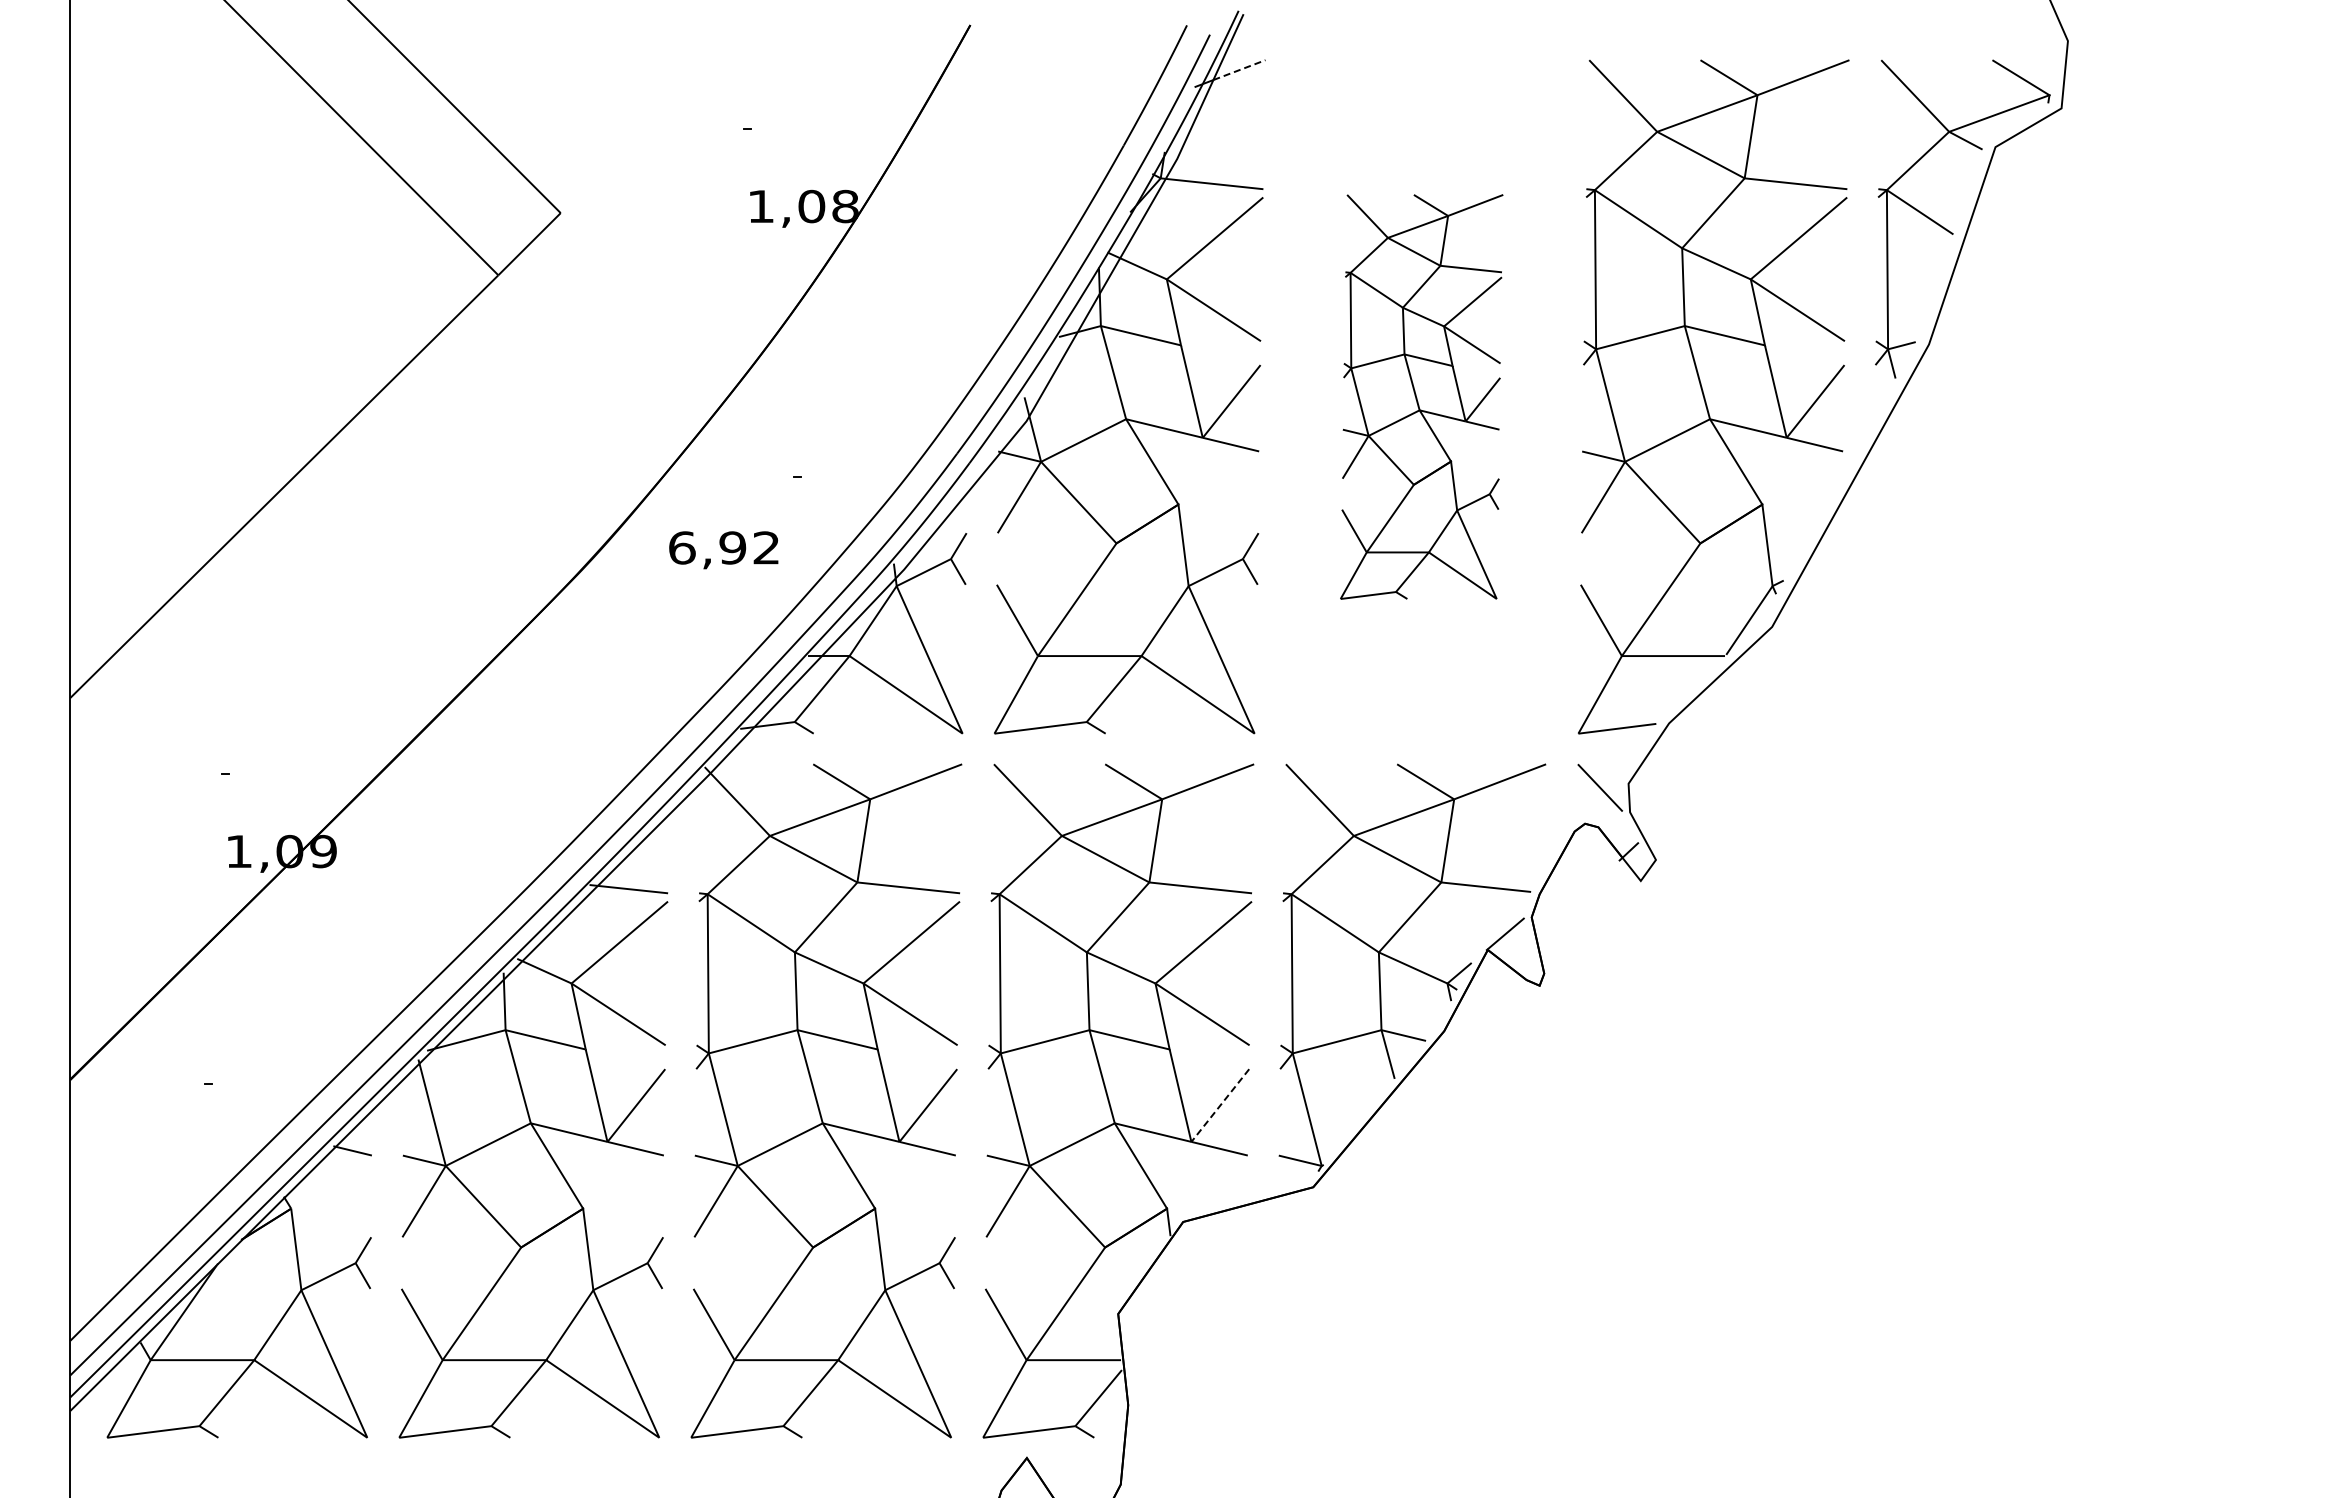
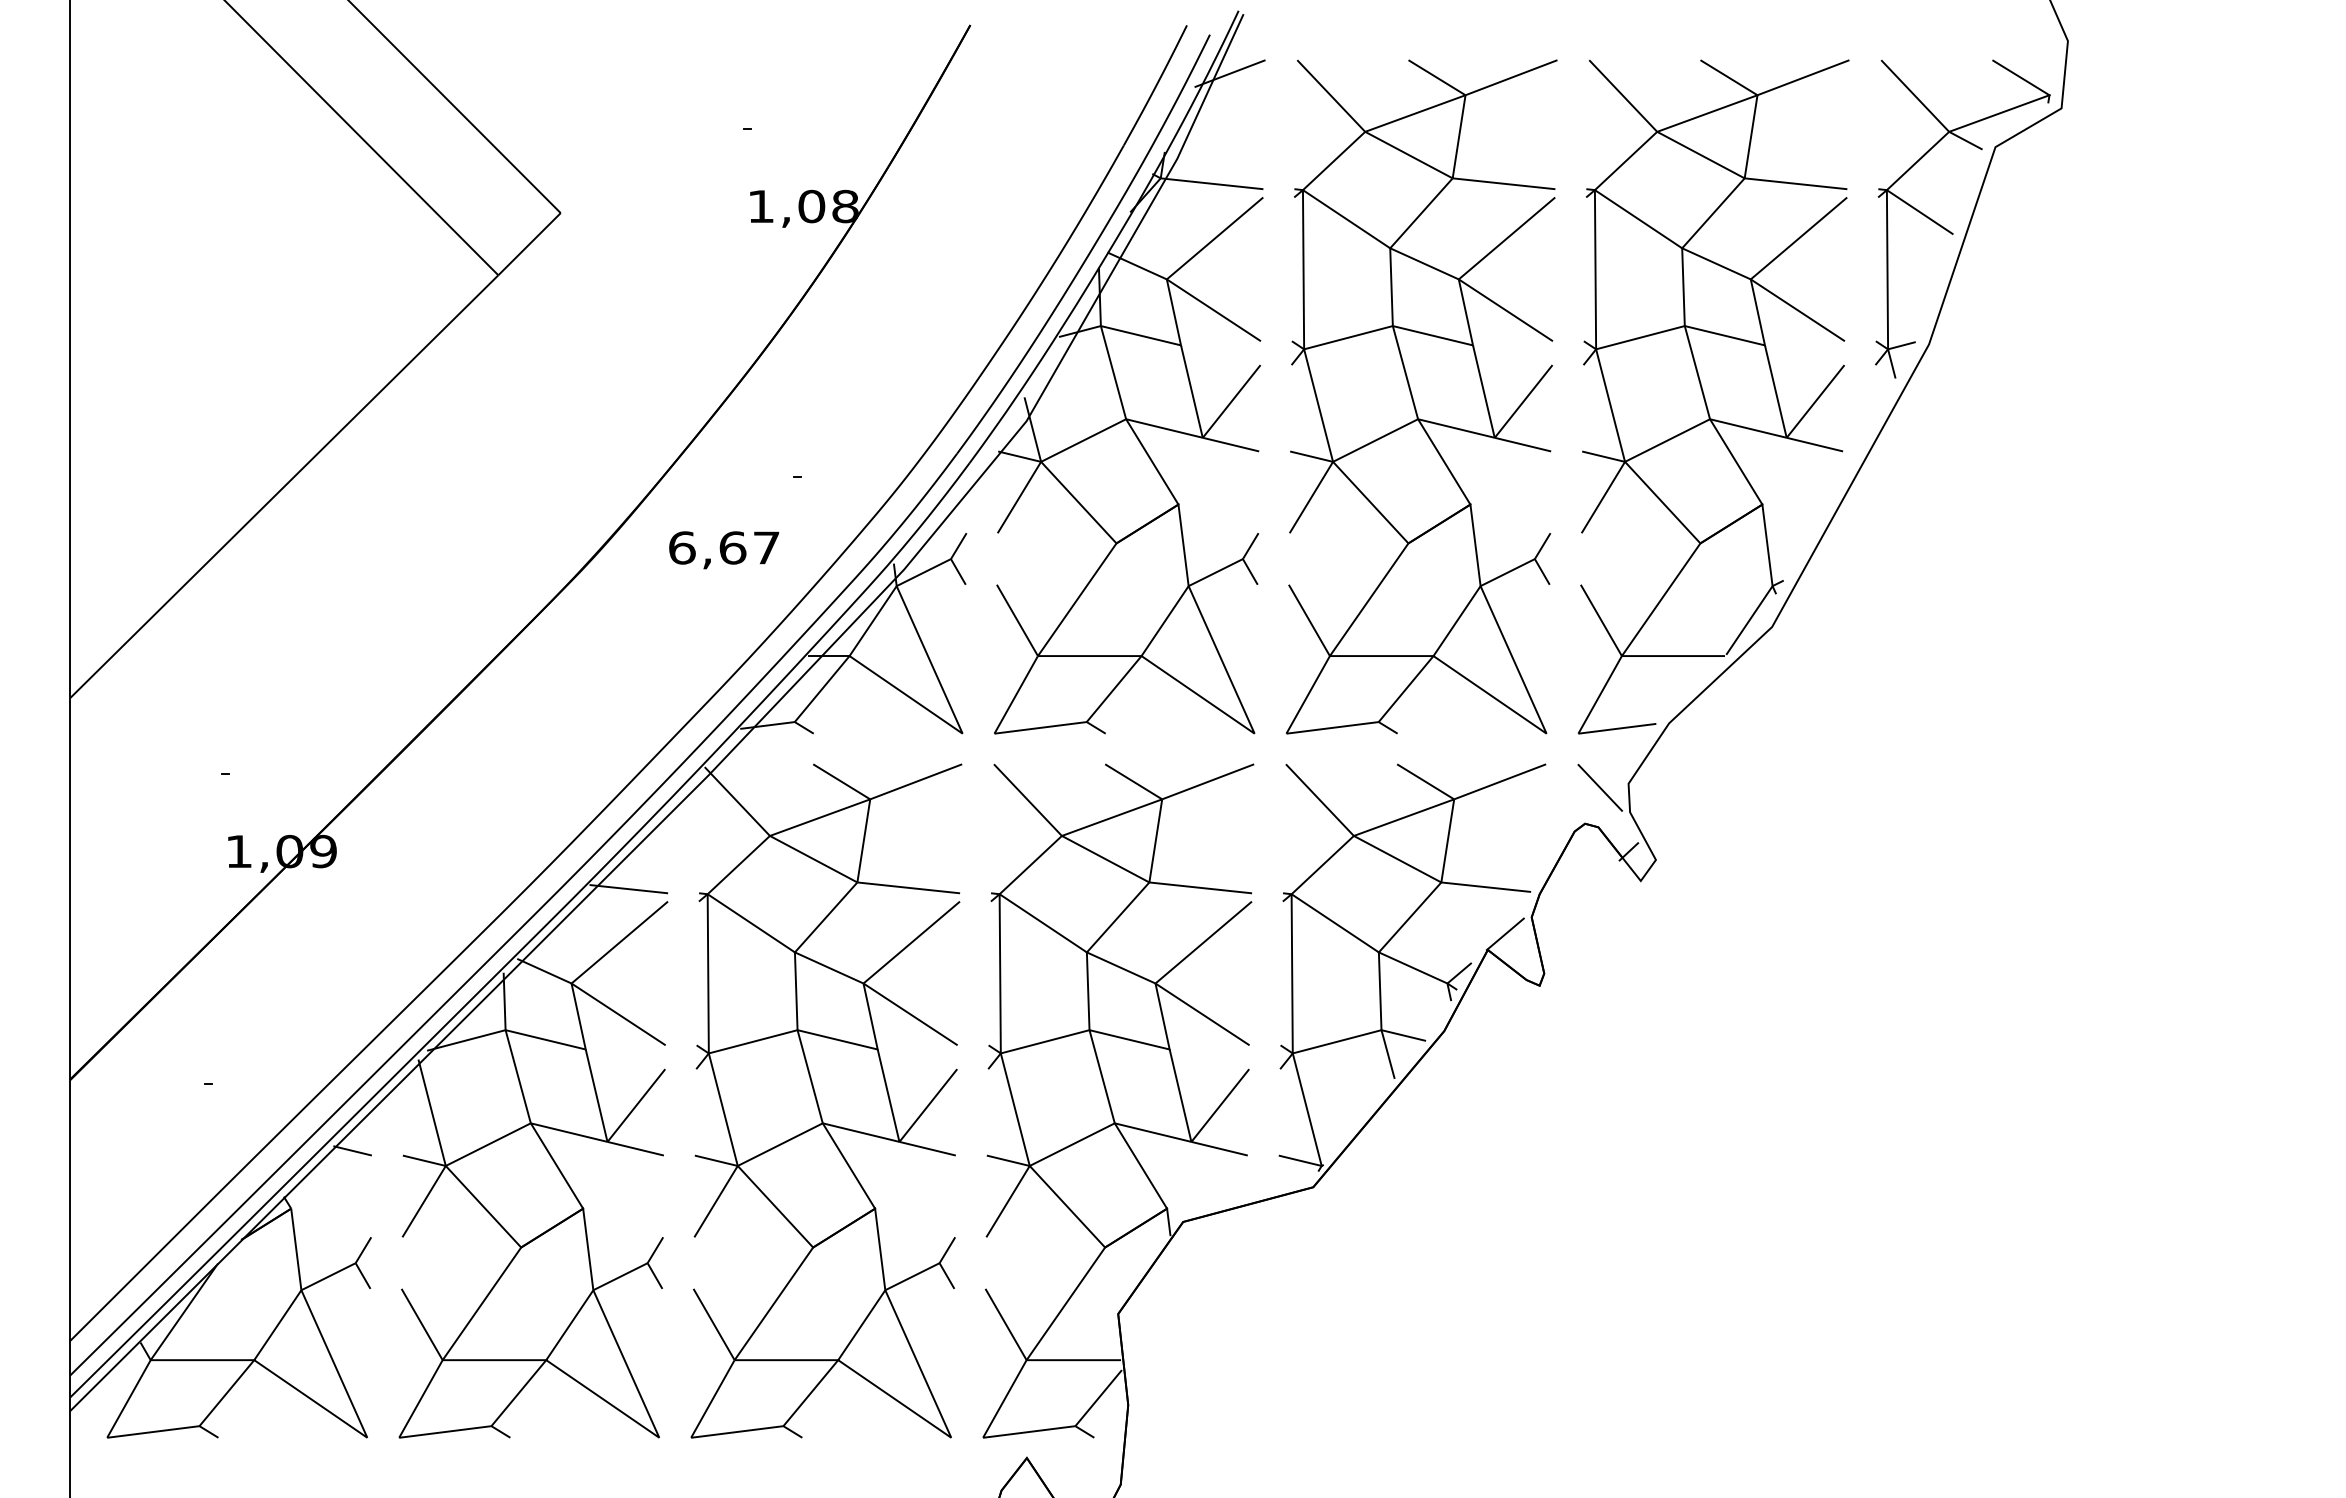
line at (1239, 70): dashed -> solid
part at (1421, 396) size: 164x406 px -> 272x676 px
text at (749, 547): 6,92 -> 6,67
line at (1220, 1105): dashed -> solid
